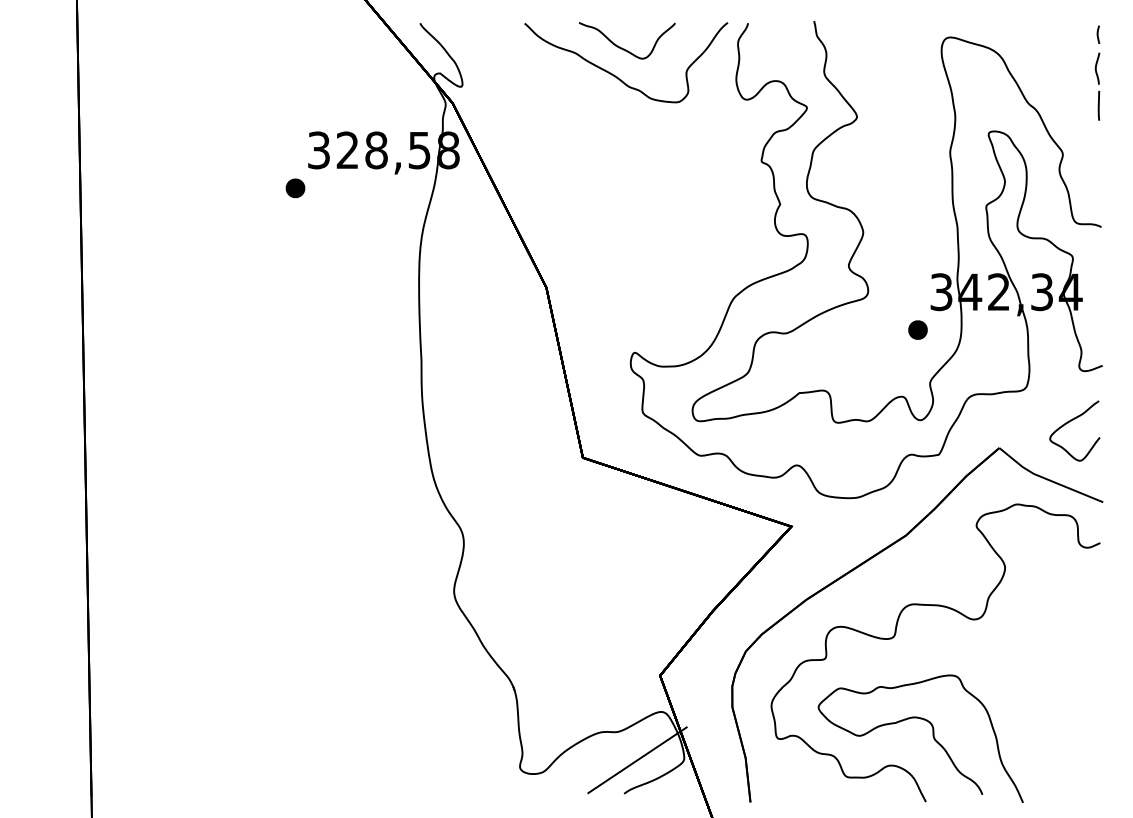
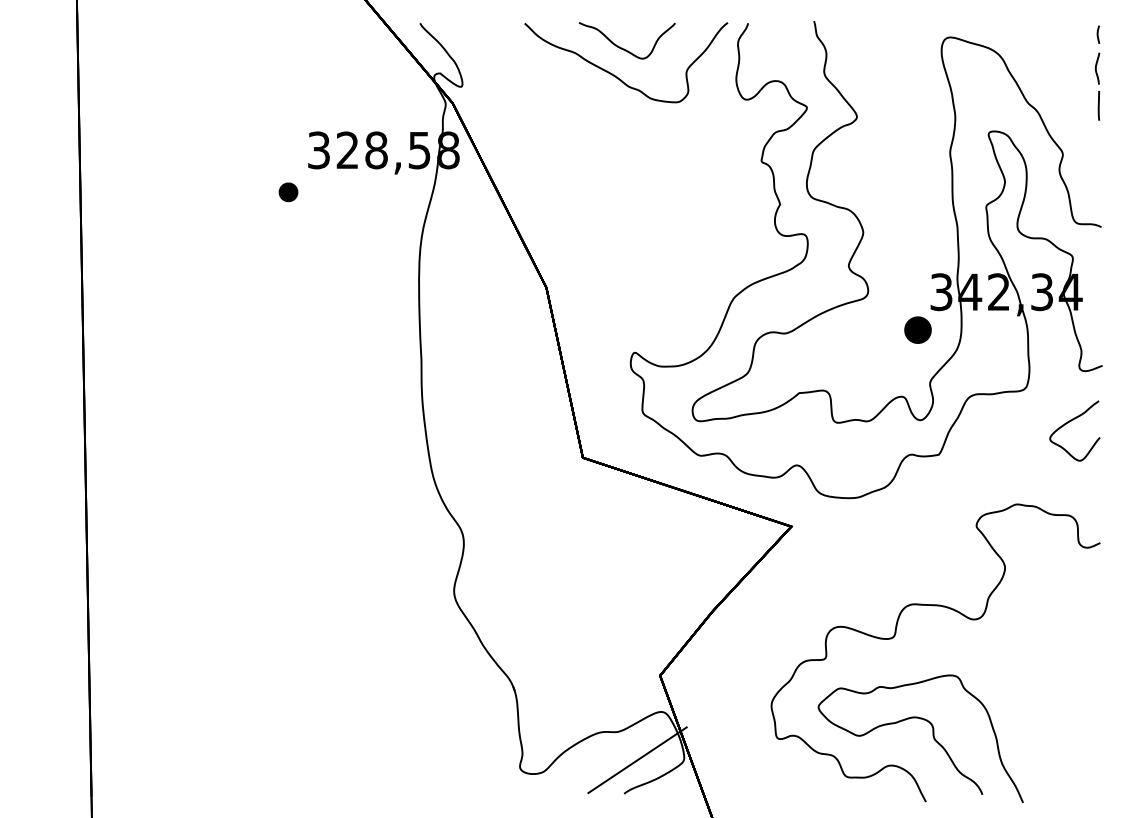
part at (295, 188) position: (295, 188) -> (288, 192)
part at (917, 329) size: 20x20 px -> 28x28 px
part at (874, 557): present -> none
